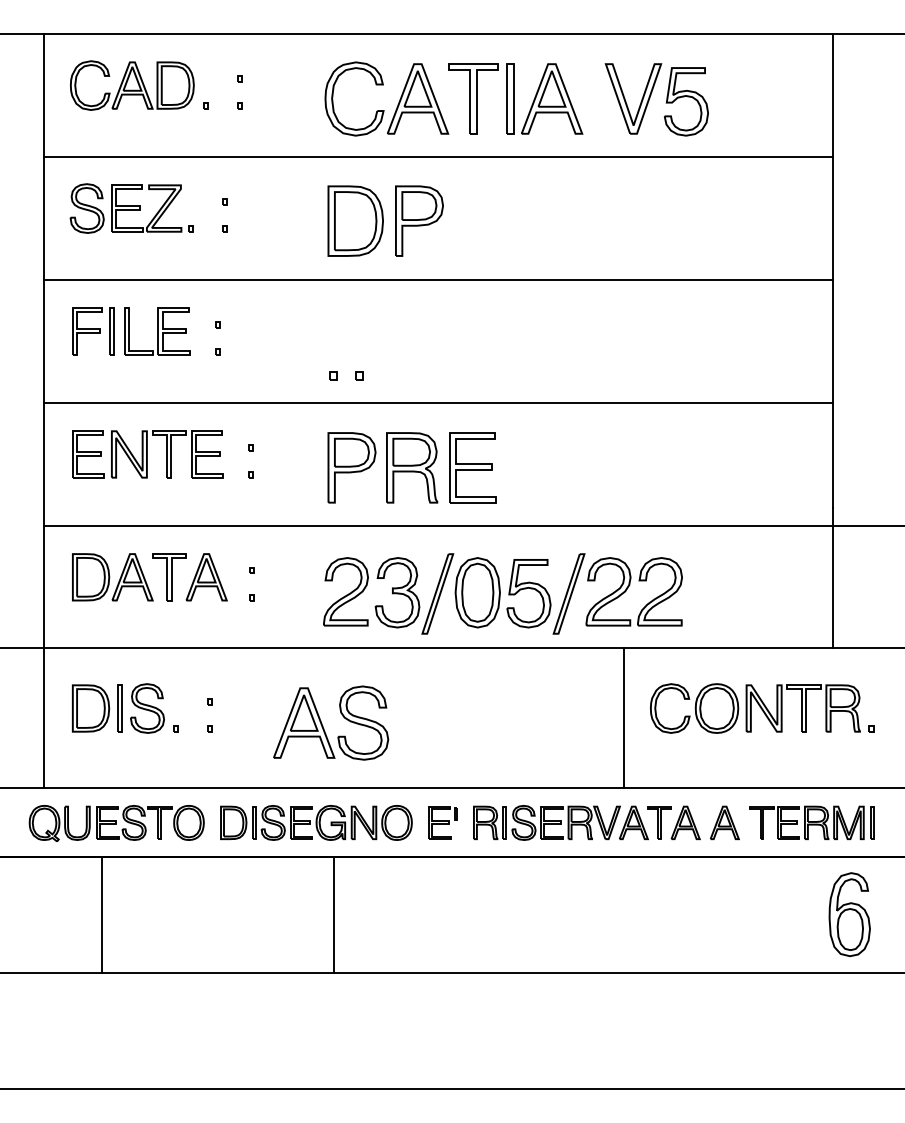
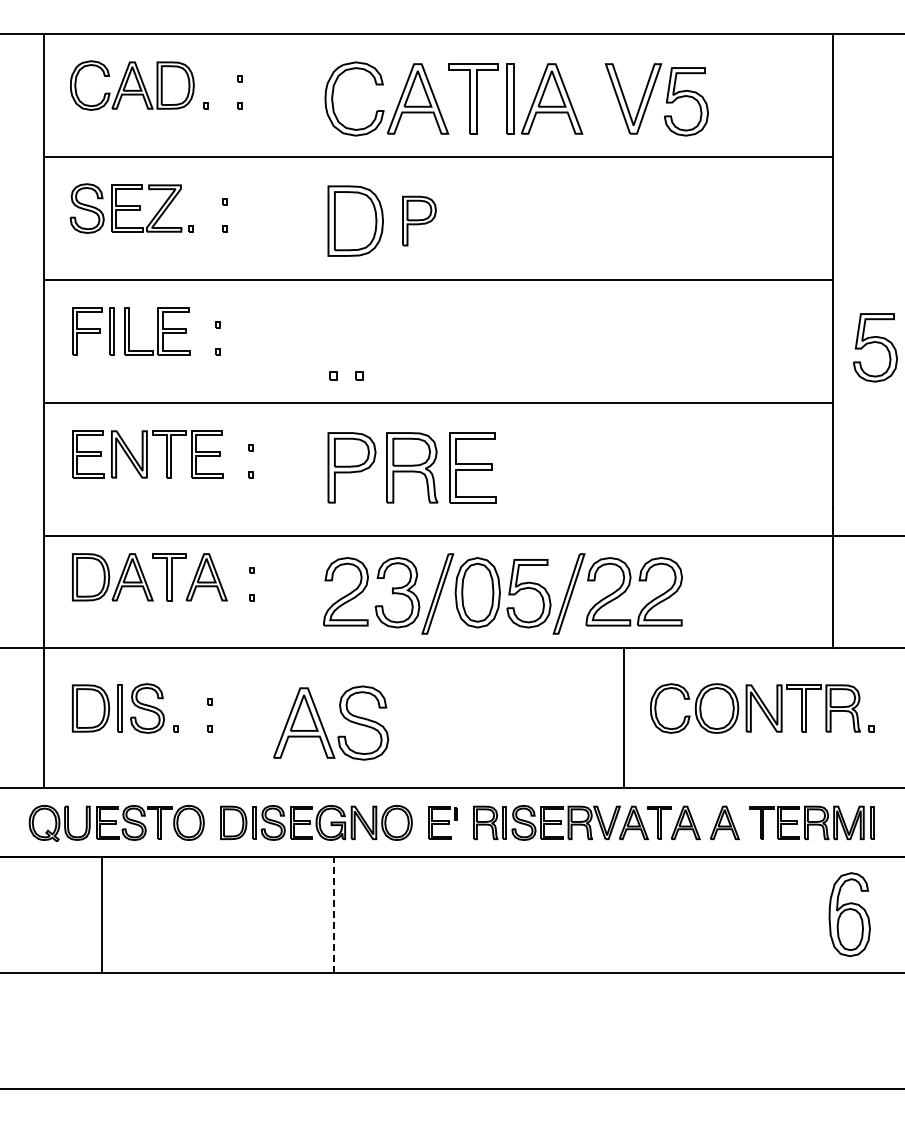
part at (419, 220) size: 49x72 px -> 35x52 px
part at (875, 347): none -> present
line at (472, 525) position: (472, 525) -> (472, 535)
line at (334, 914): solid -> dashed
